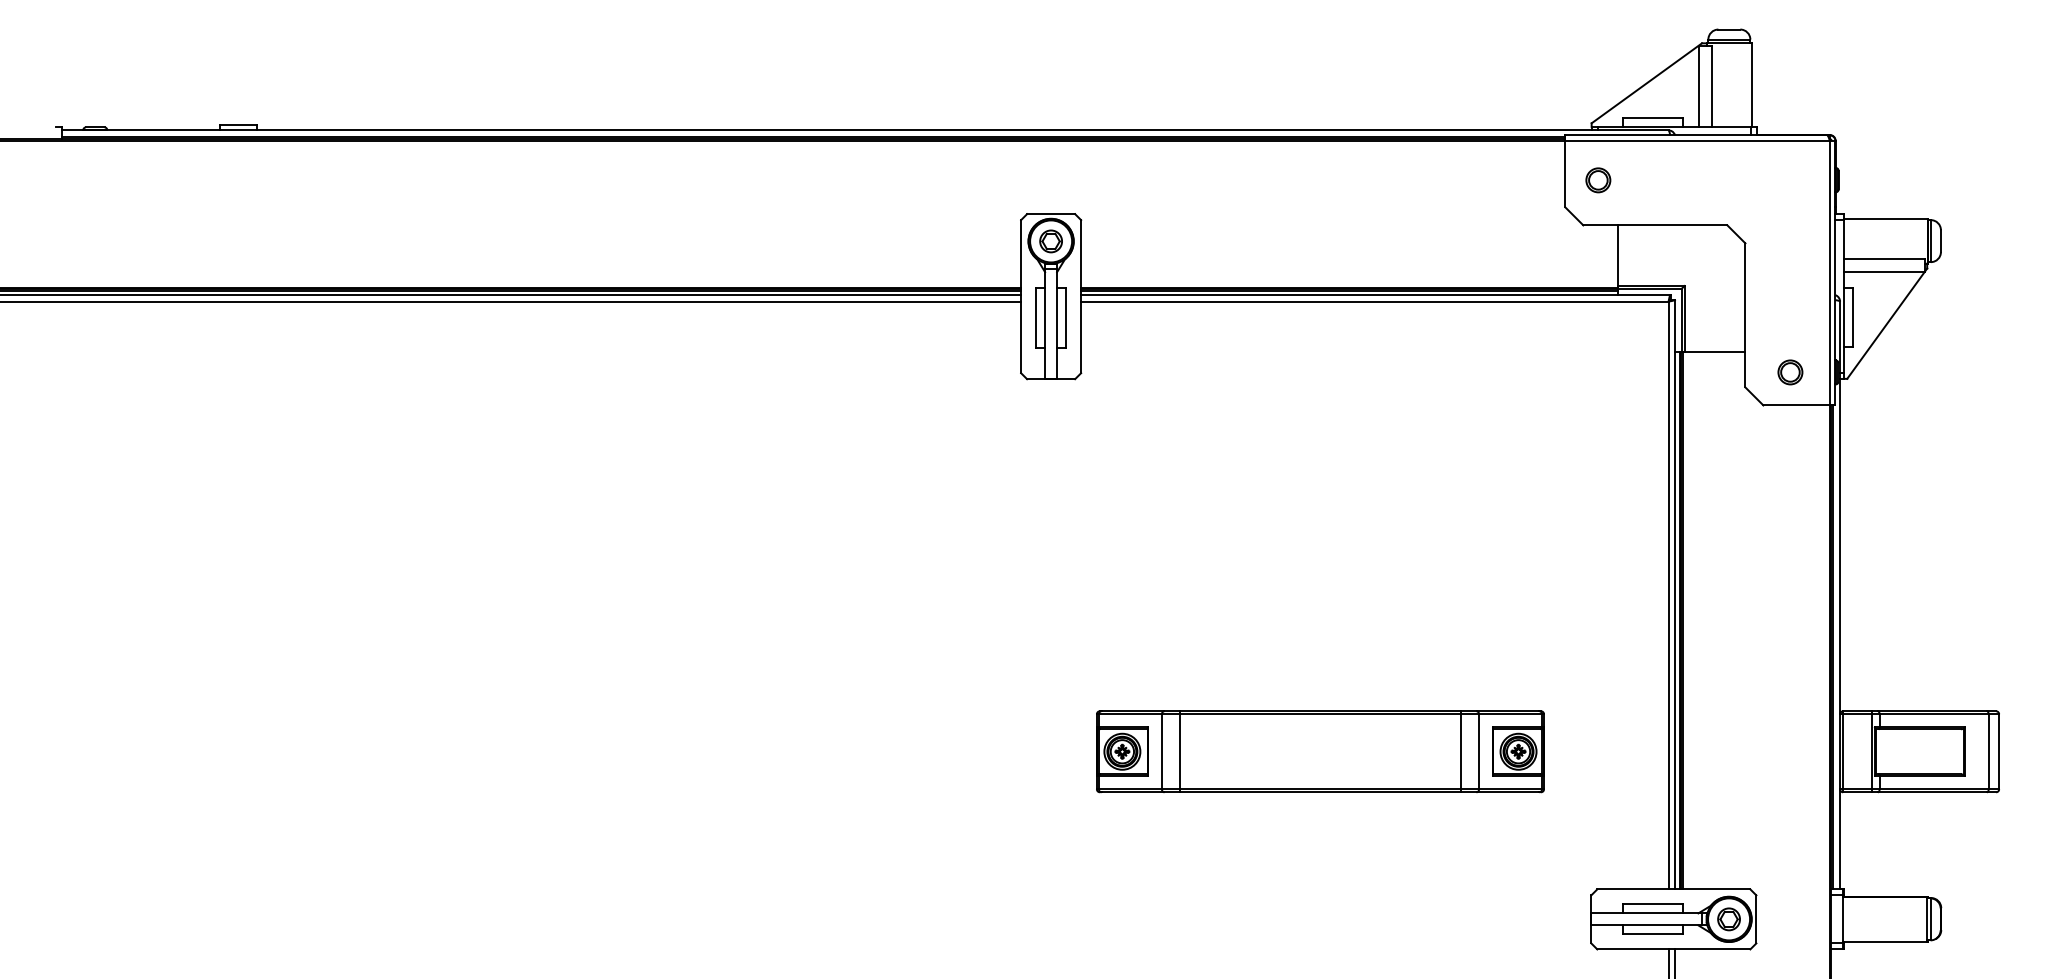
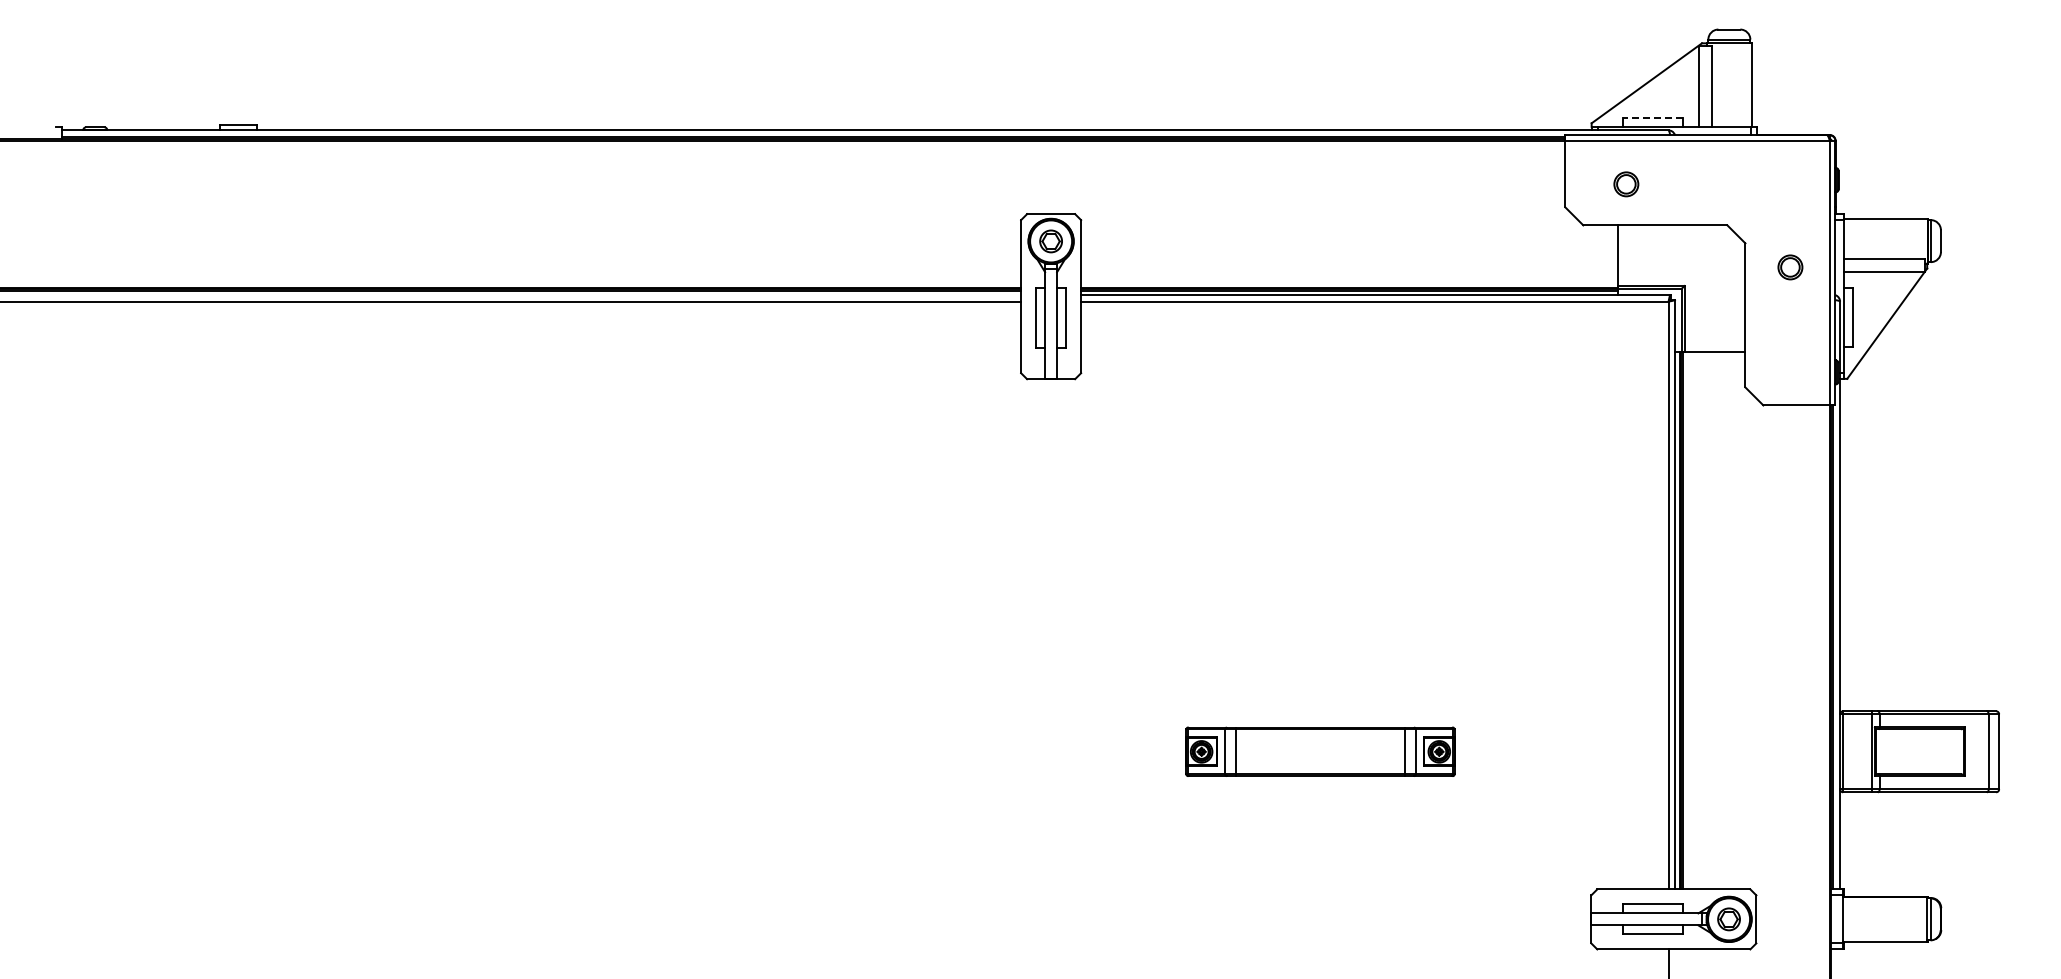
line at (1653, 117): solid -> dashed
part at (1598, 180) position: (1598, 180) -> (1626, 184)
line at (511, 294): present -> none
part at (1790, 372) position: (1790, 372) -> (1790, 267)
part at (1320, 751) size: 449x84 px -> 271x51 px
line at (1675, 962): present -> none
